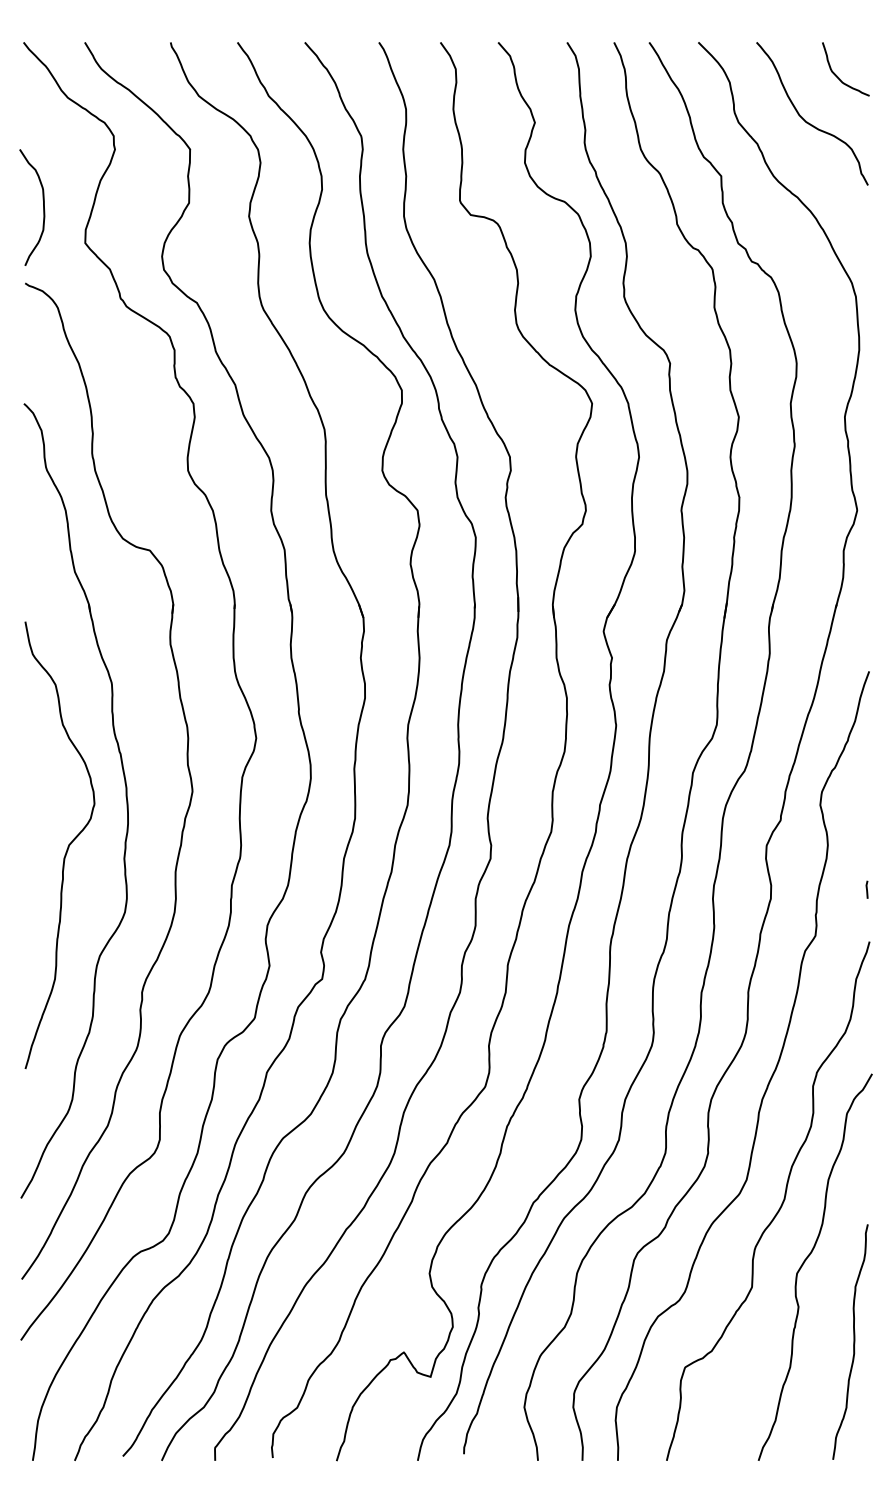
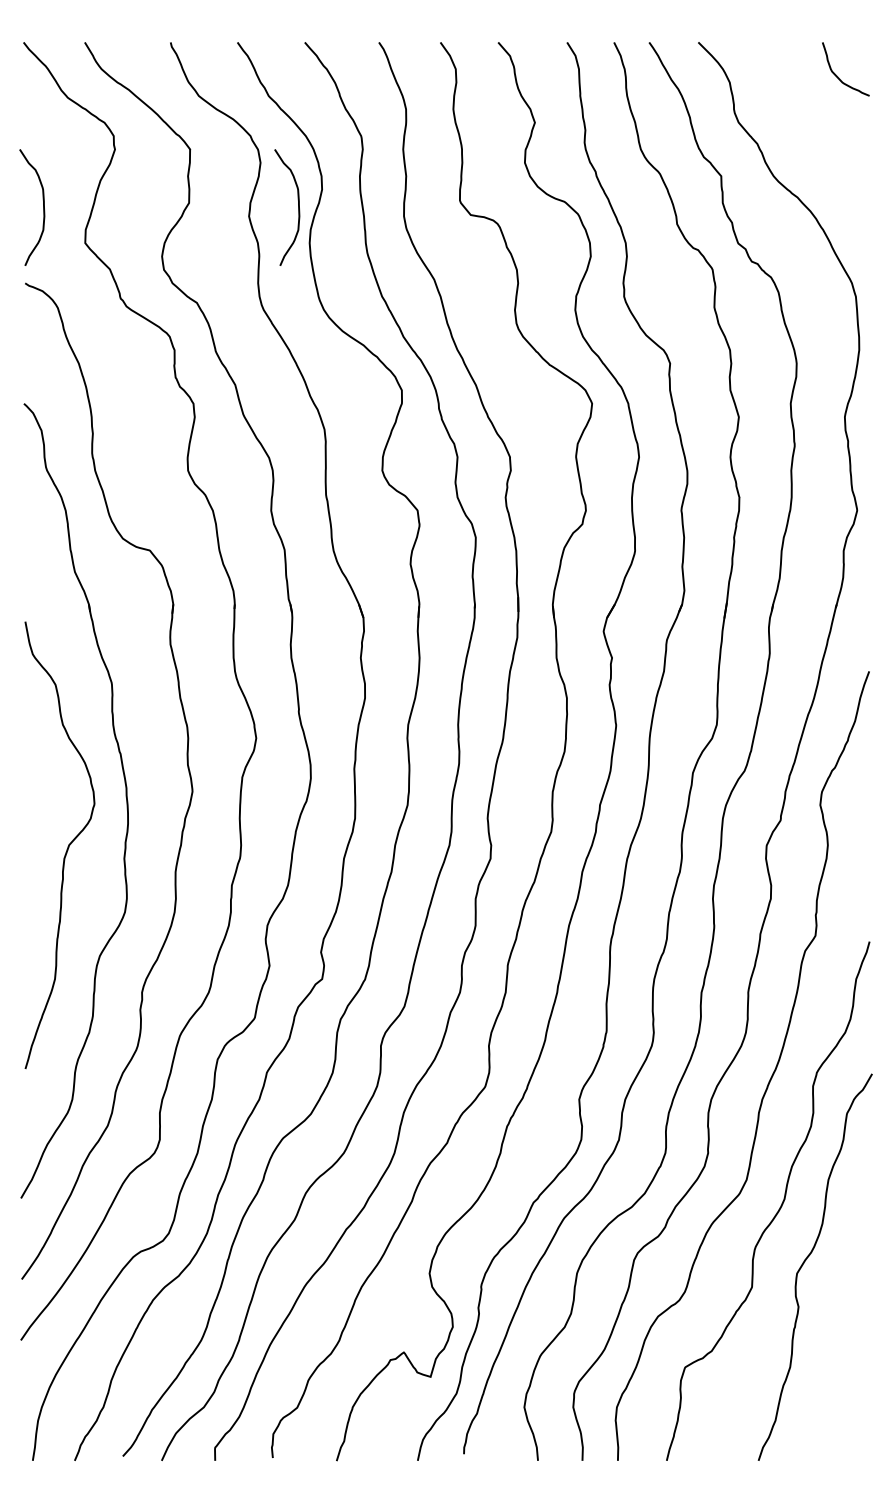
curve at (807, 121): present -> none
curve at (298, 207): none -> present
line at (866, 889): present -> none
curve at (853, 1341): present -> none
